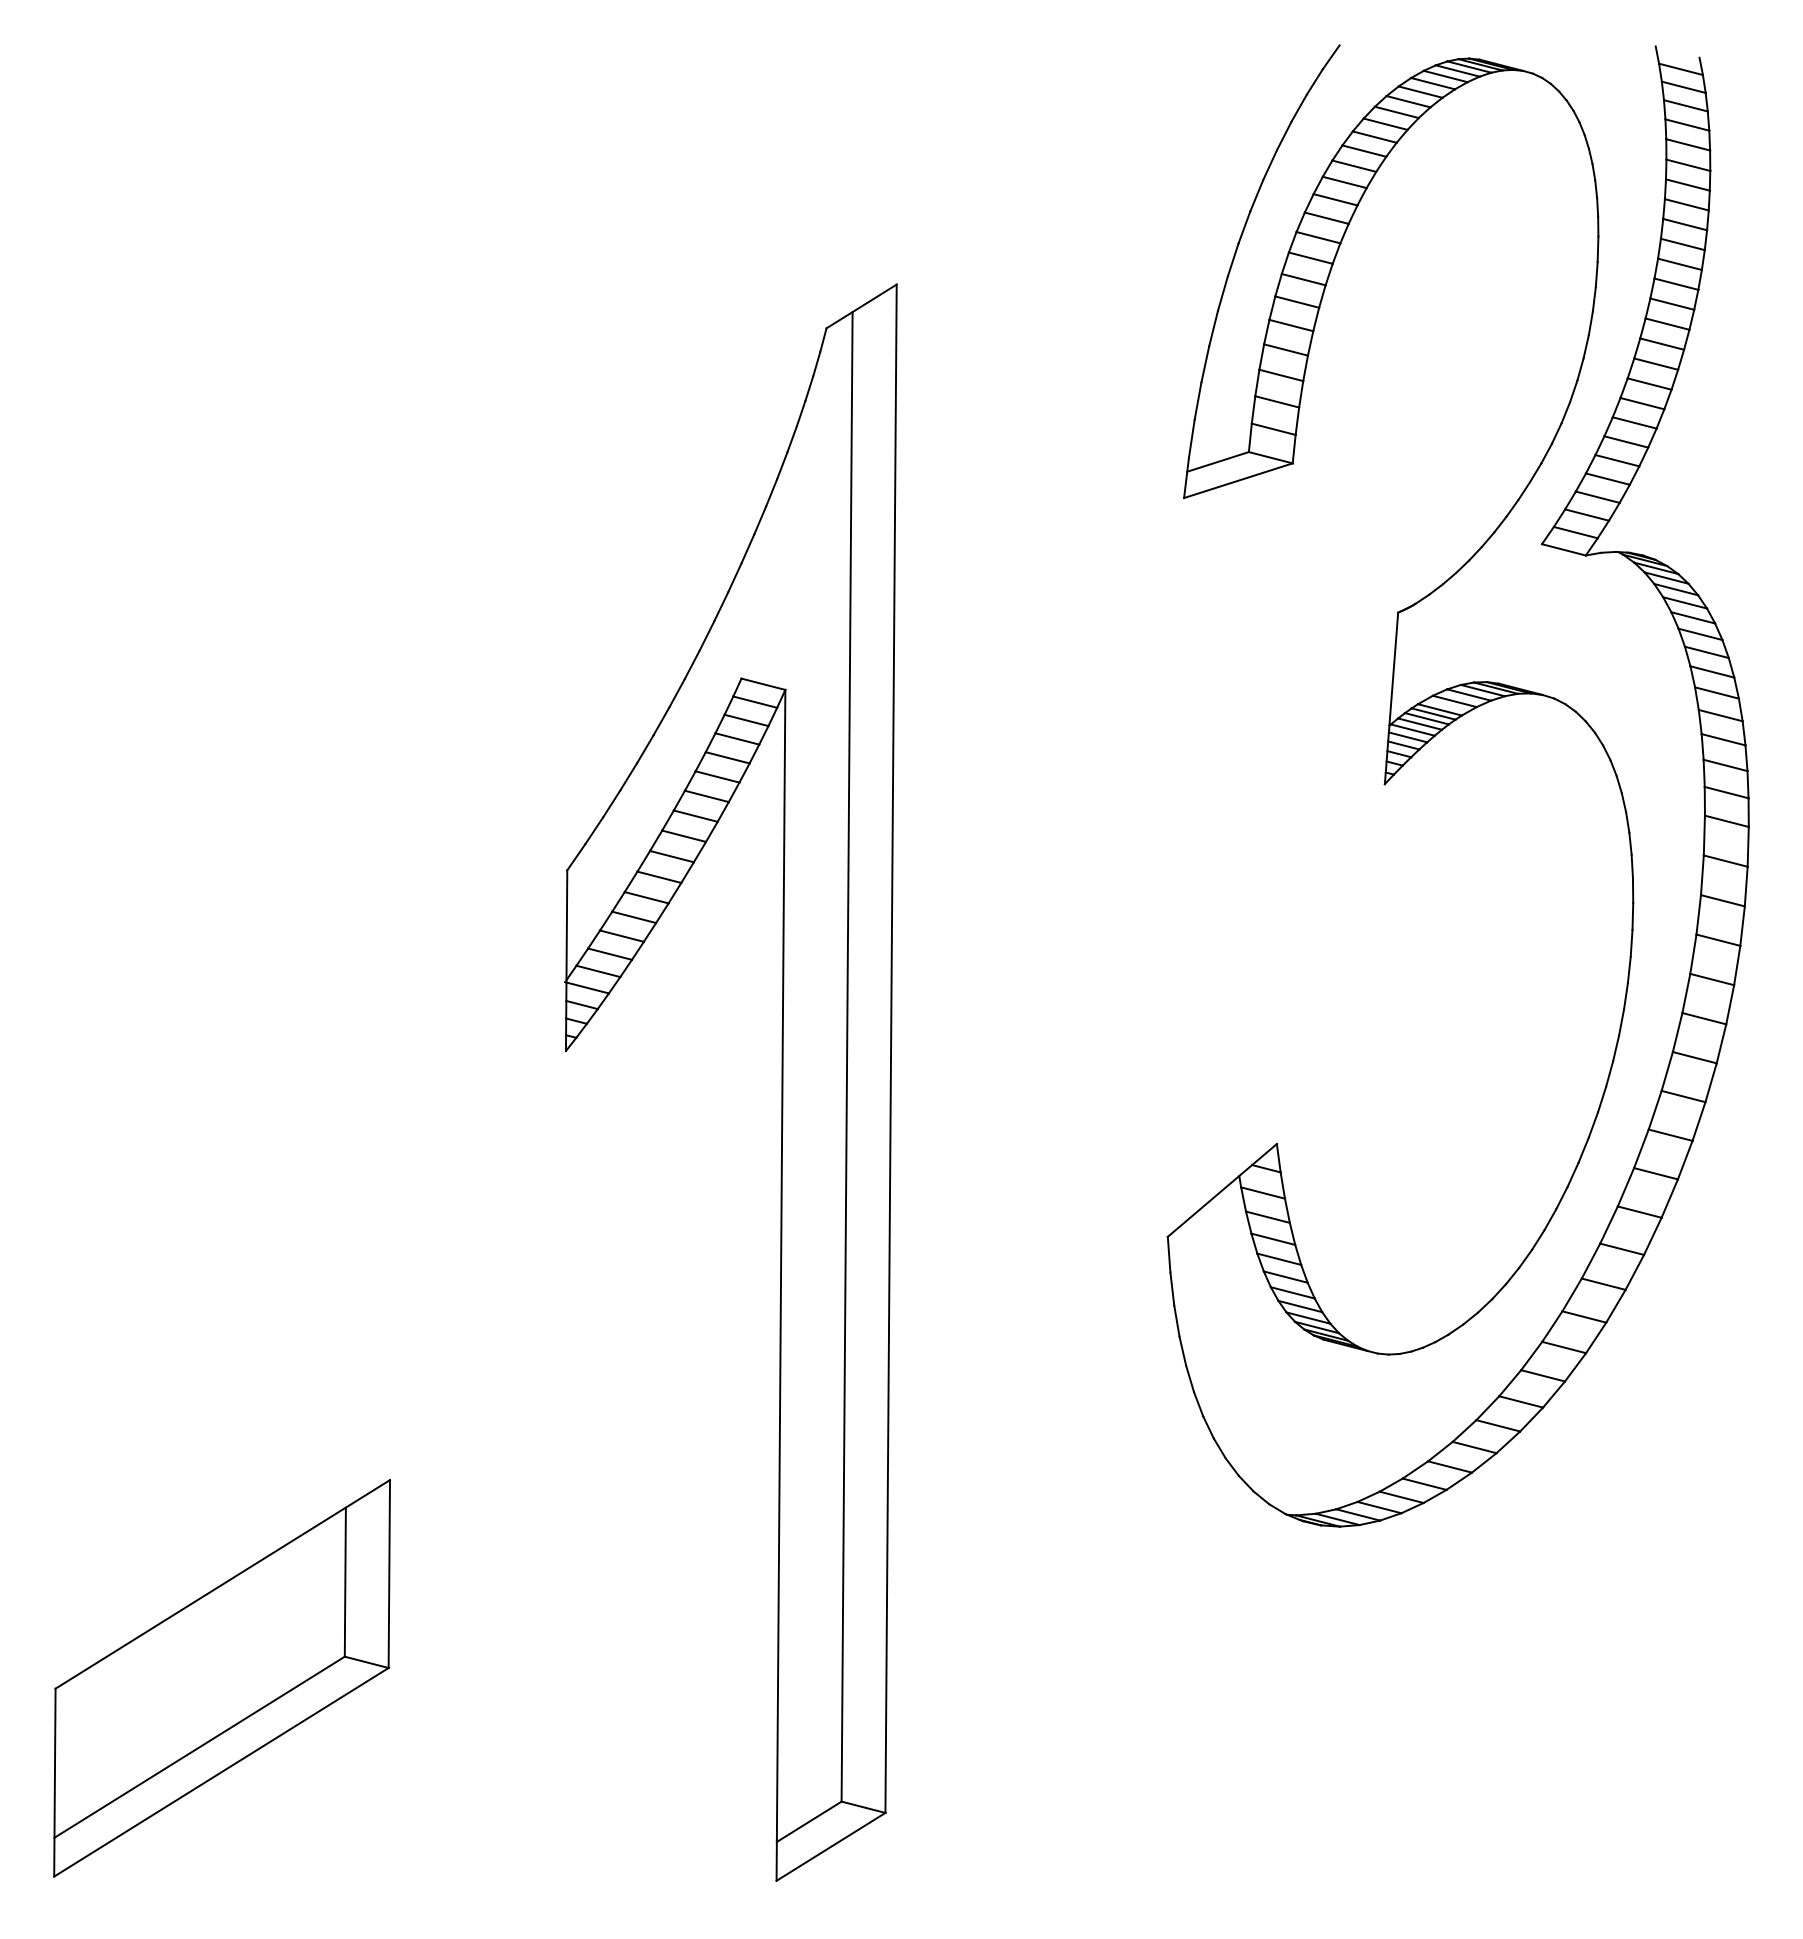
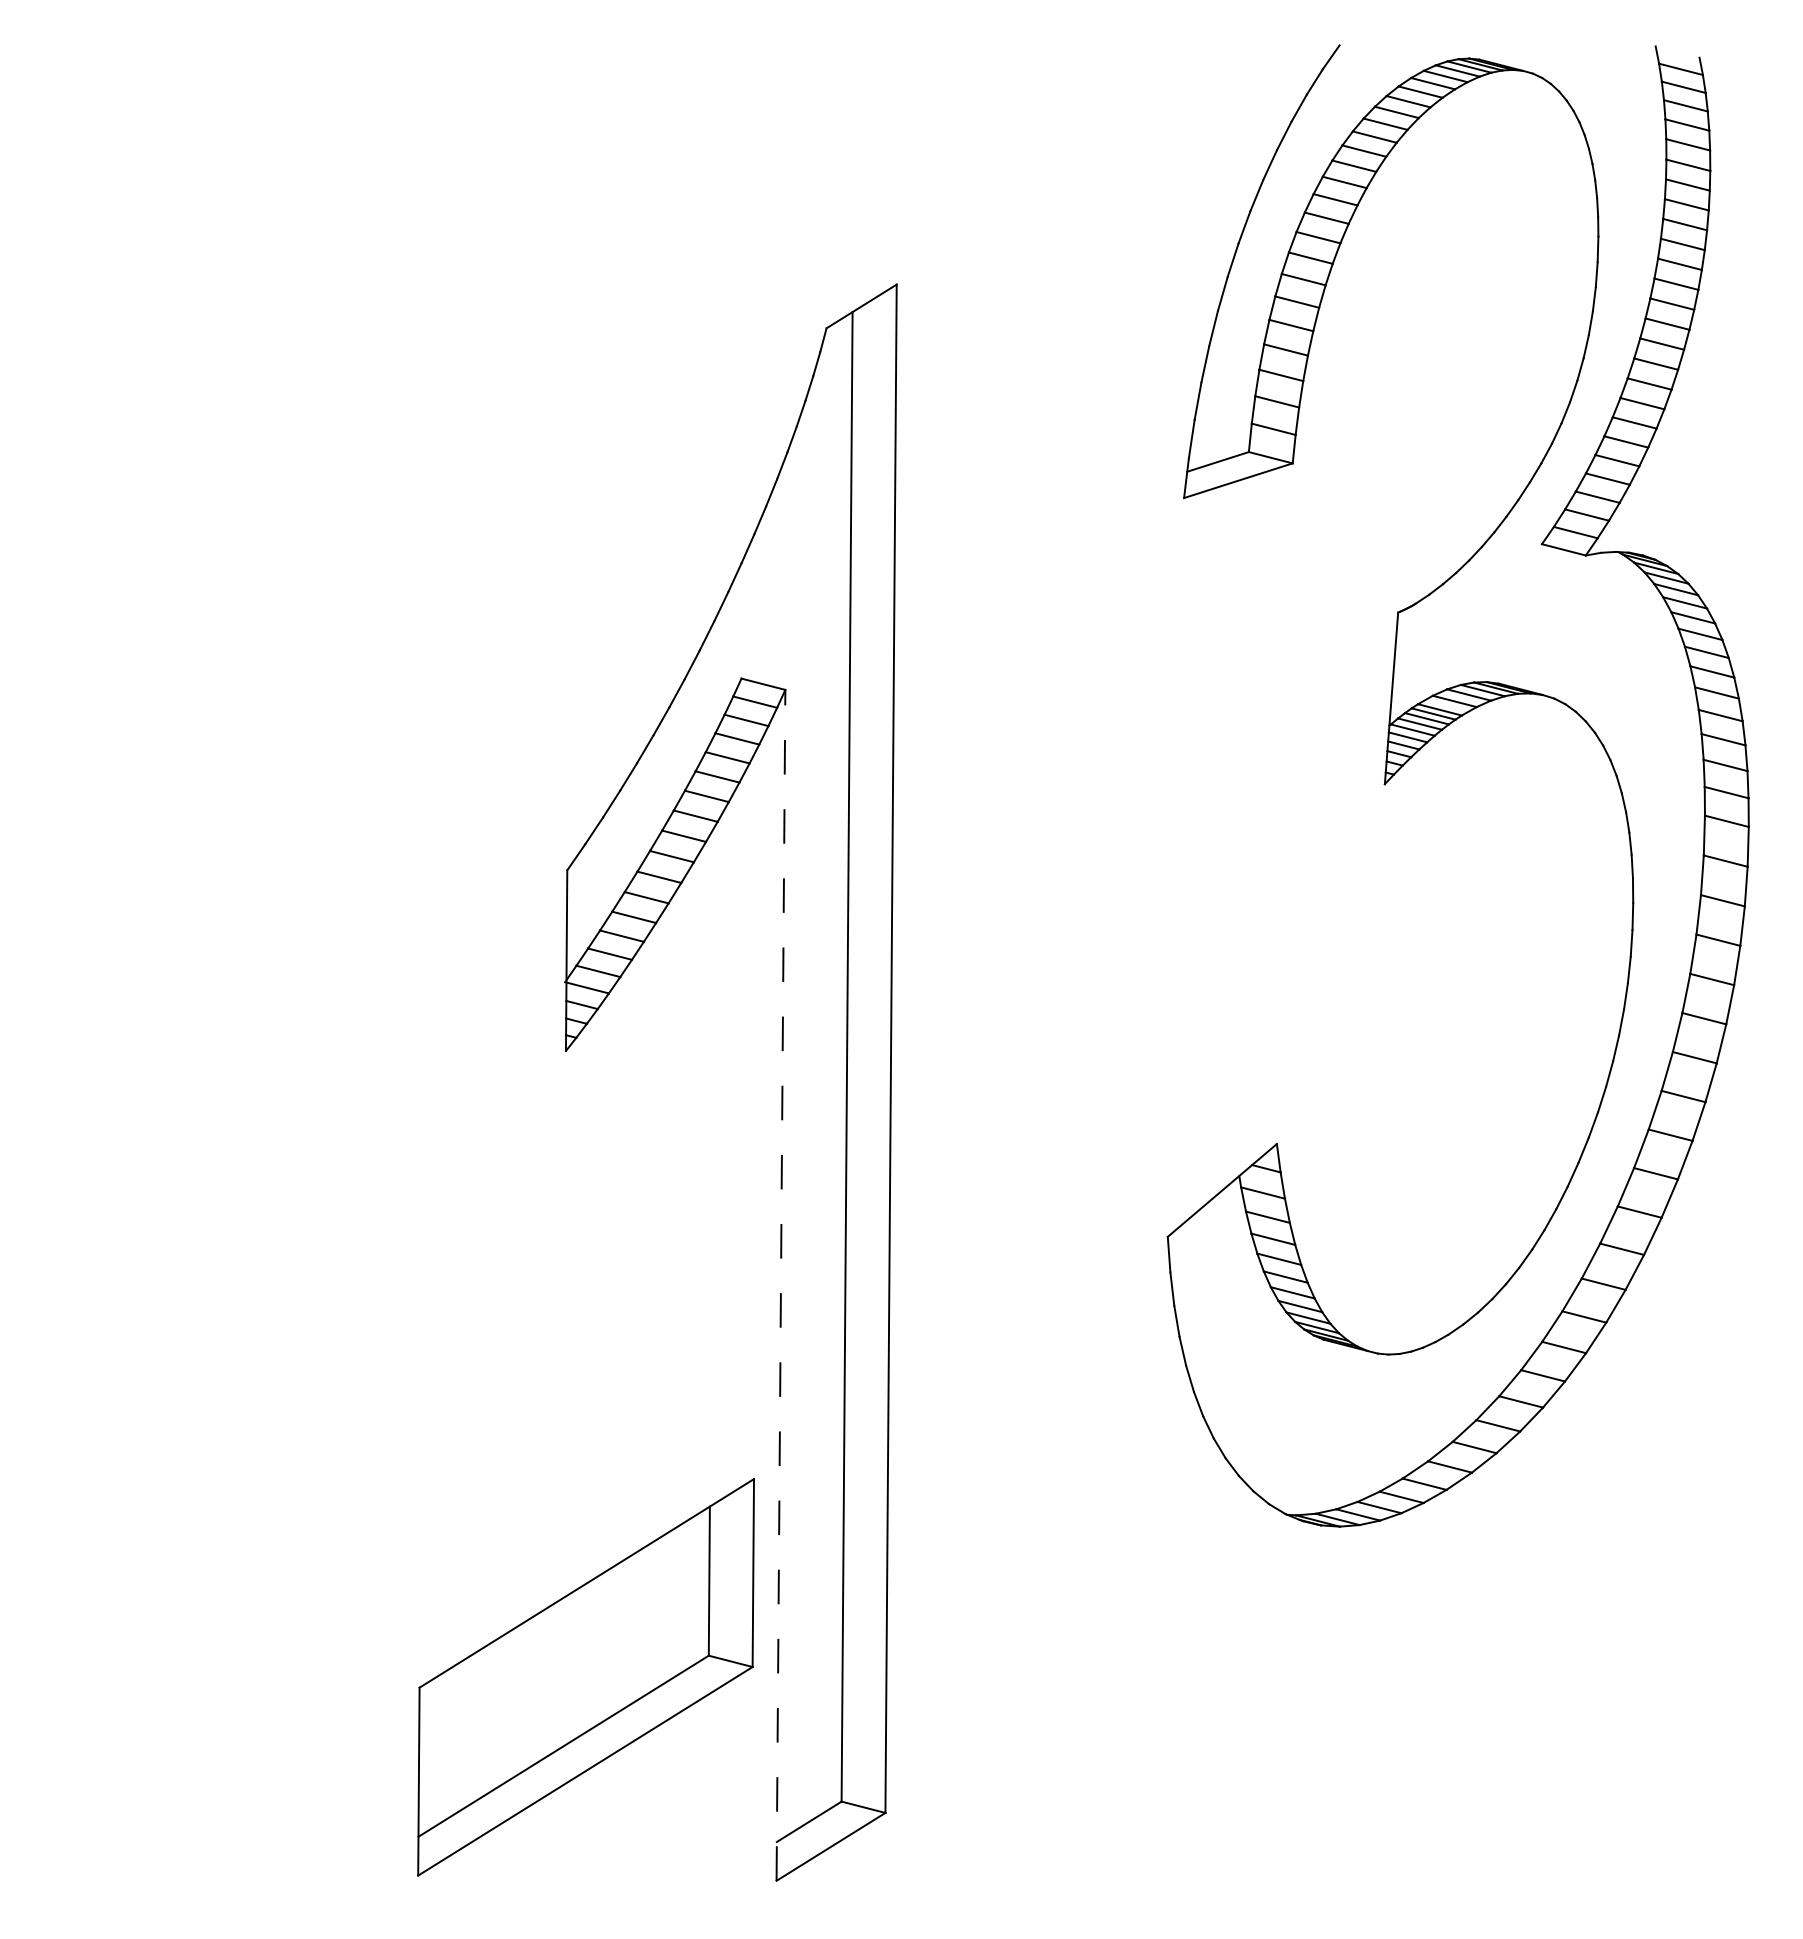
line at (780, 1284): solid -> dashed
part at (222, 1678) position: (222, 1678) -> (586, 1677)
